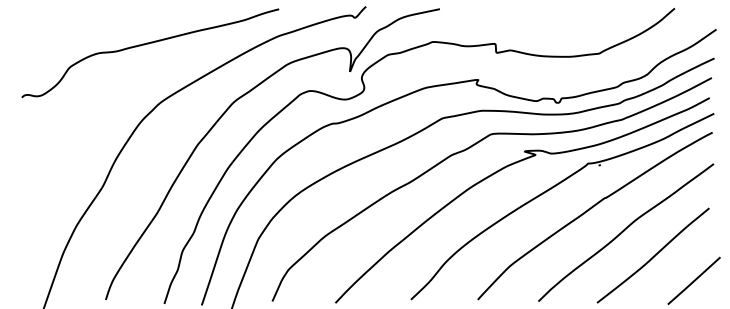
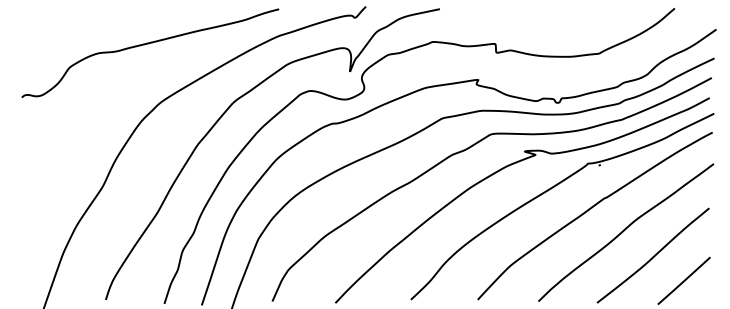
line at (693, 280) position: (693, 280) -> (683, 280)
